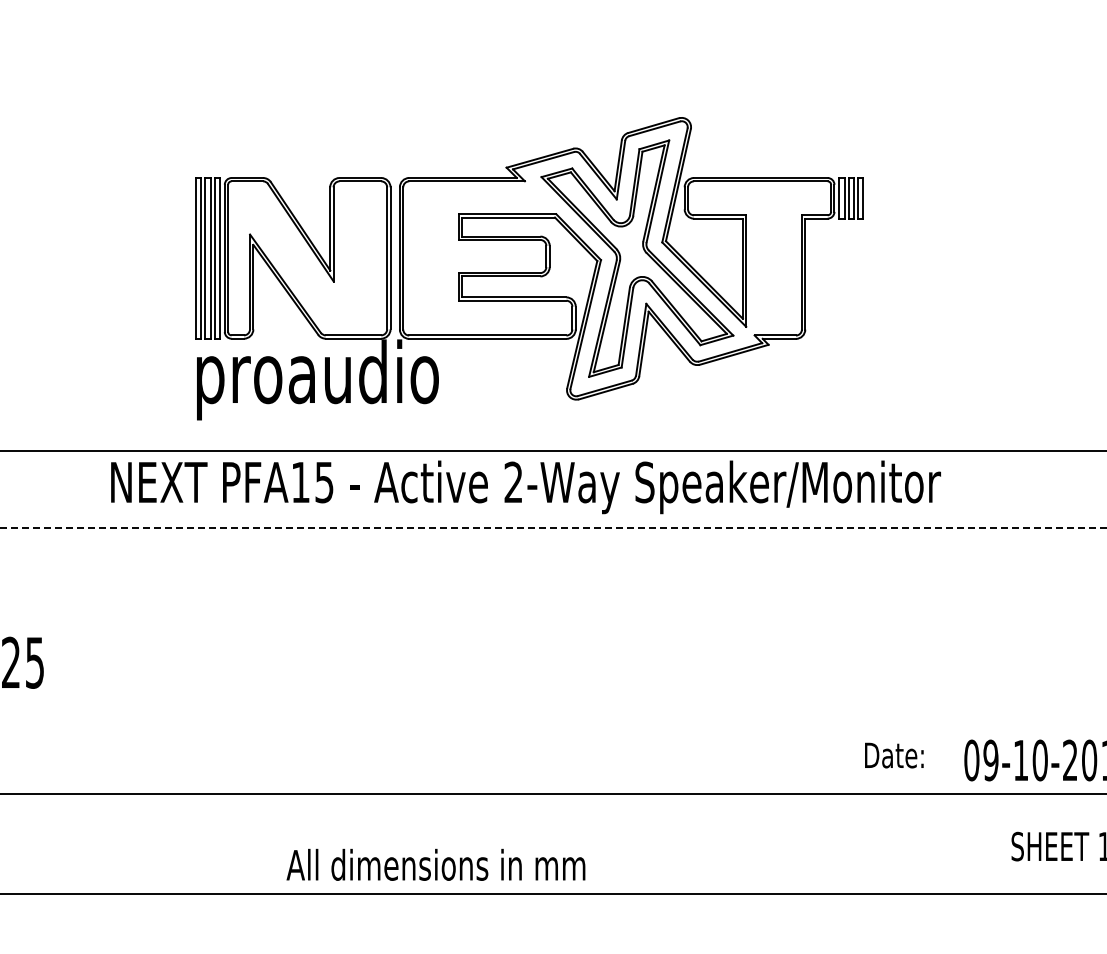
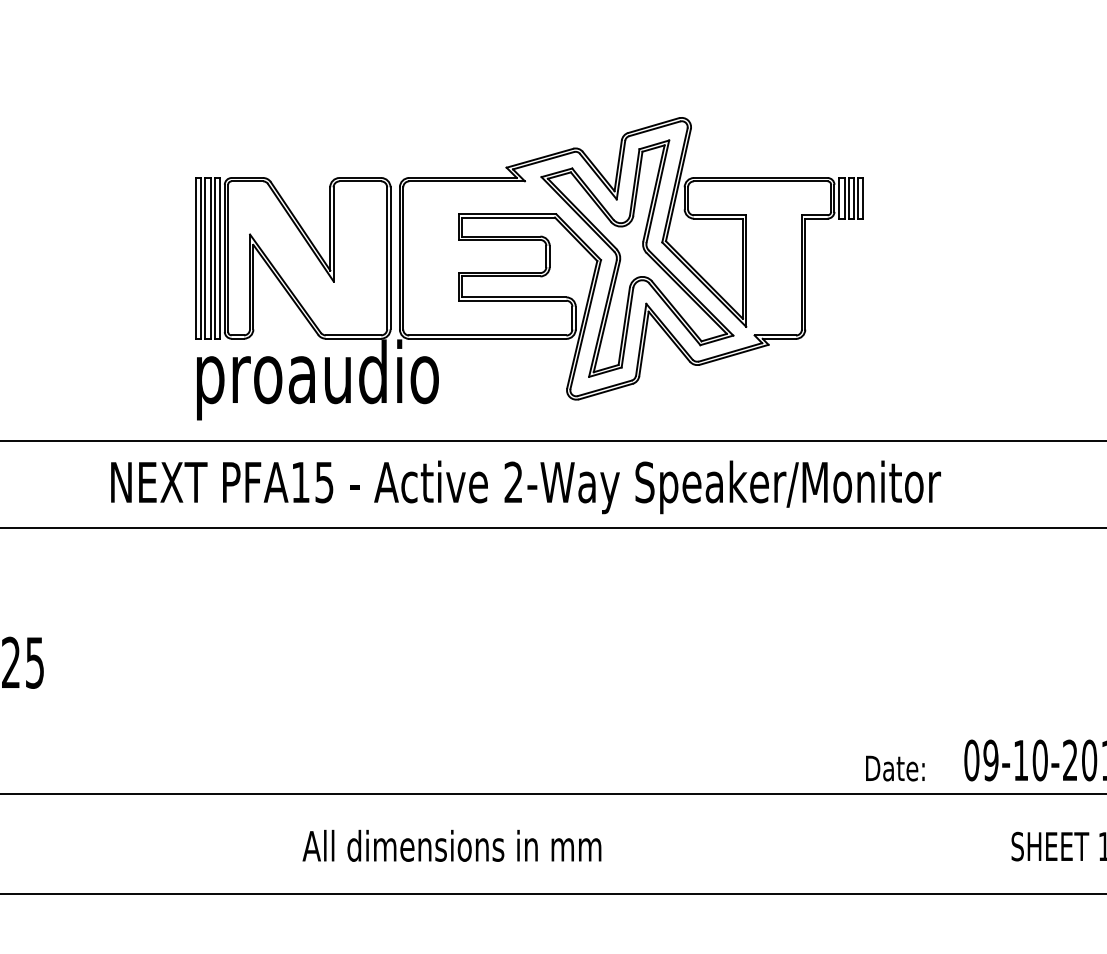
line at (552, 450) position: (552, 450) -> (552, 440)
line at (553, 527): dashed -> solid
text at (894, 755) position: (894, 755) -> (895, 768)
text at (435, 864) position: (435, 864) -> (451, 845)
